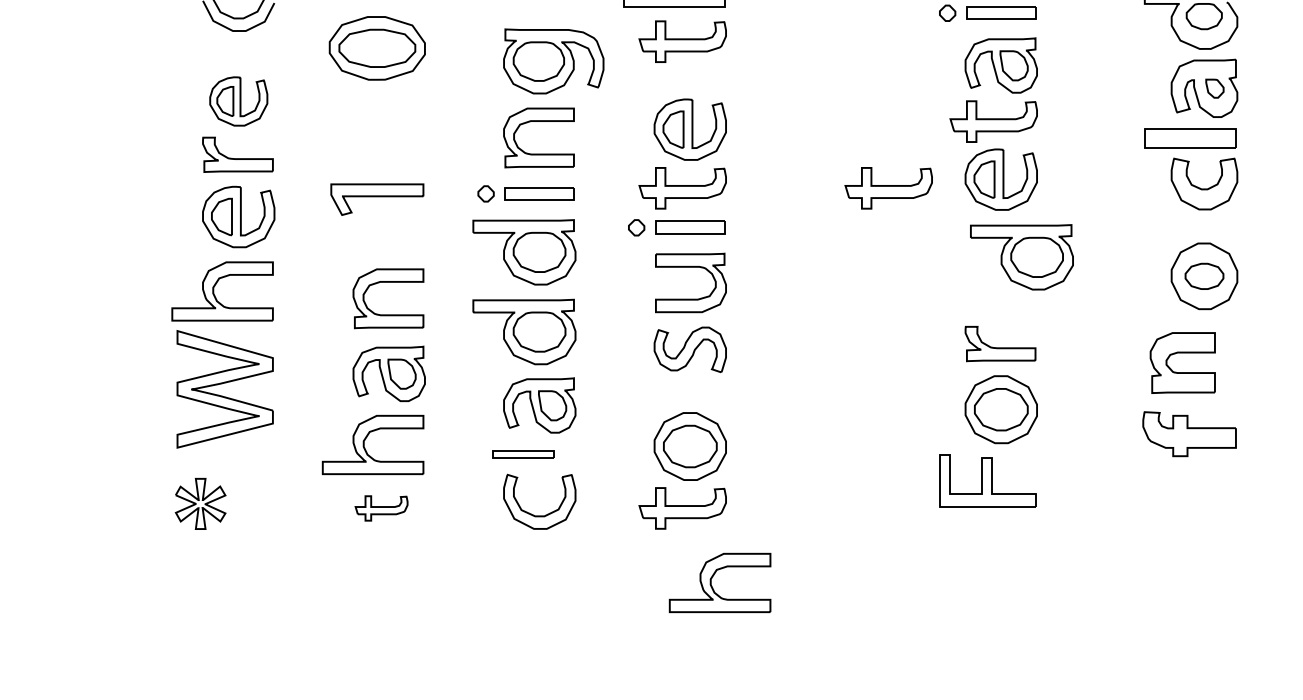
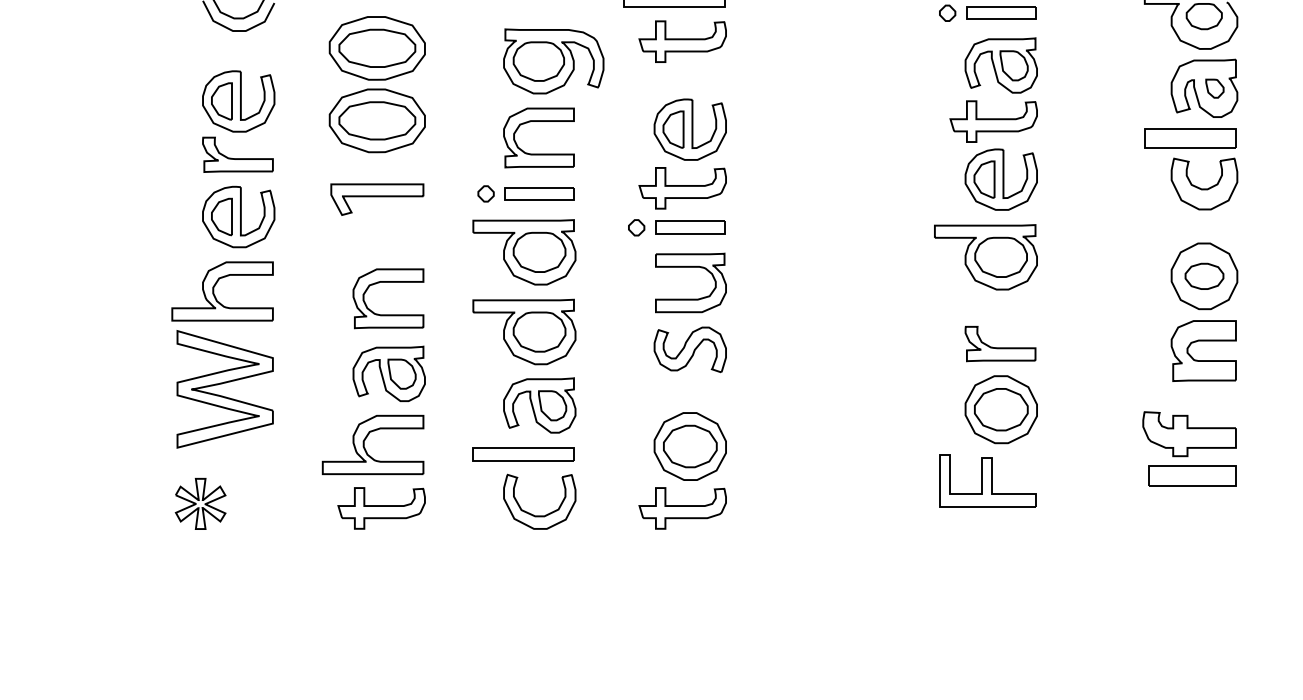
part at (238, 101) size: 60x51 px -> 74x63 px
part at (376, 120): none -> present
part at (888, 188): present -> none
part at (1021, 257) position: (1021, 257) -> (985, 257)
part at (1182, 353) position: (1182, 353) -> (1203, 341)
part at (523, 454) size: 63x9 px -> 103x15 px
part at (1192, 475): none -> present
part at (381, 508) size: 55x27 px -> 89x43 px
part at (712, 585): present -> none
